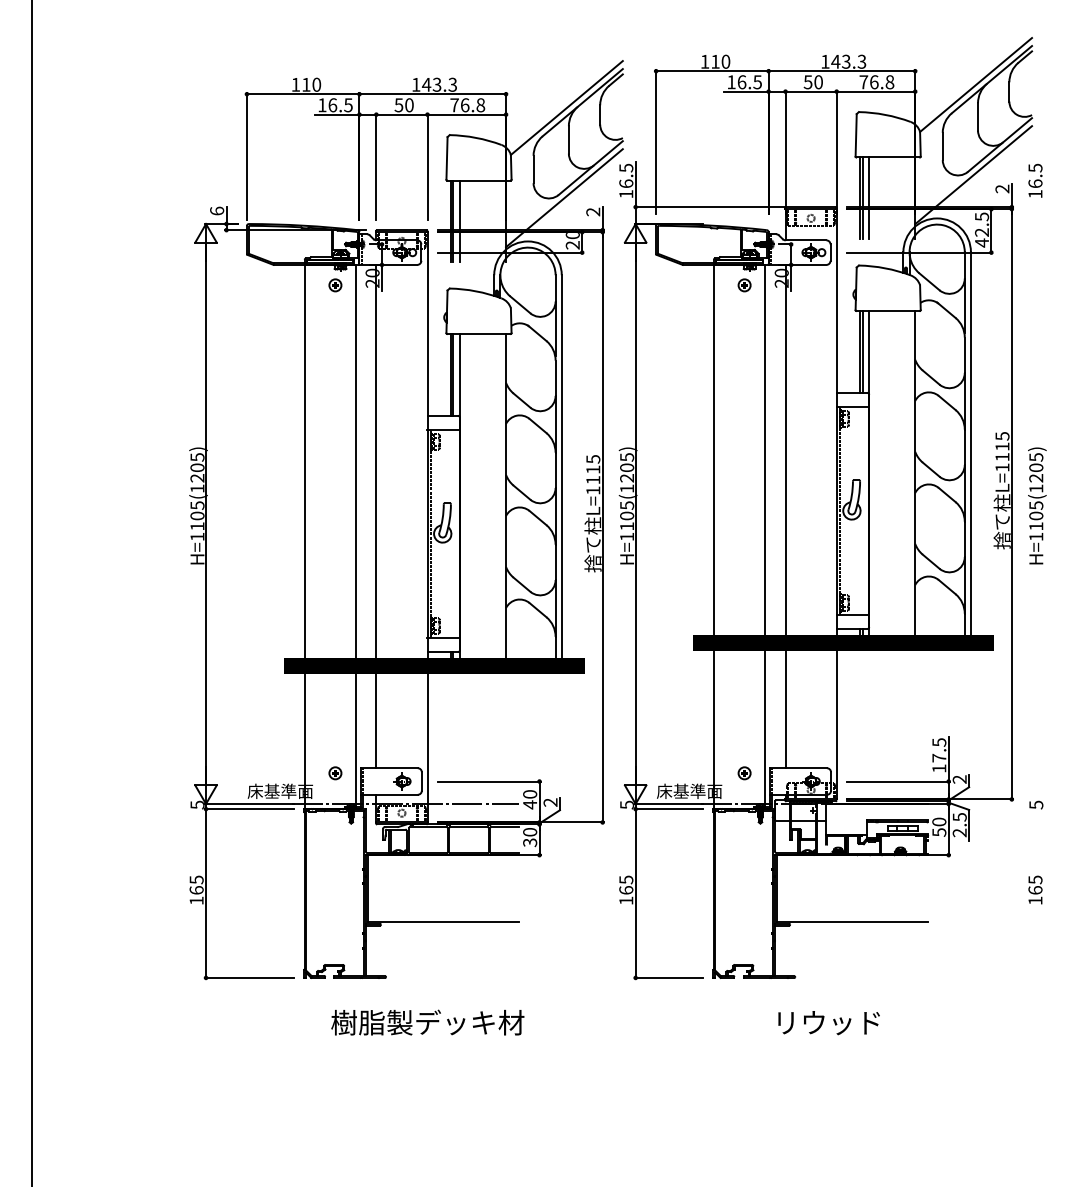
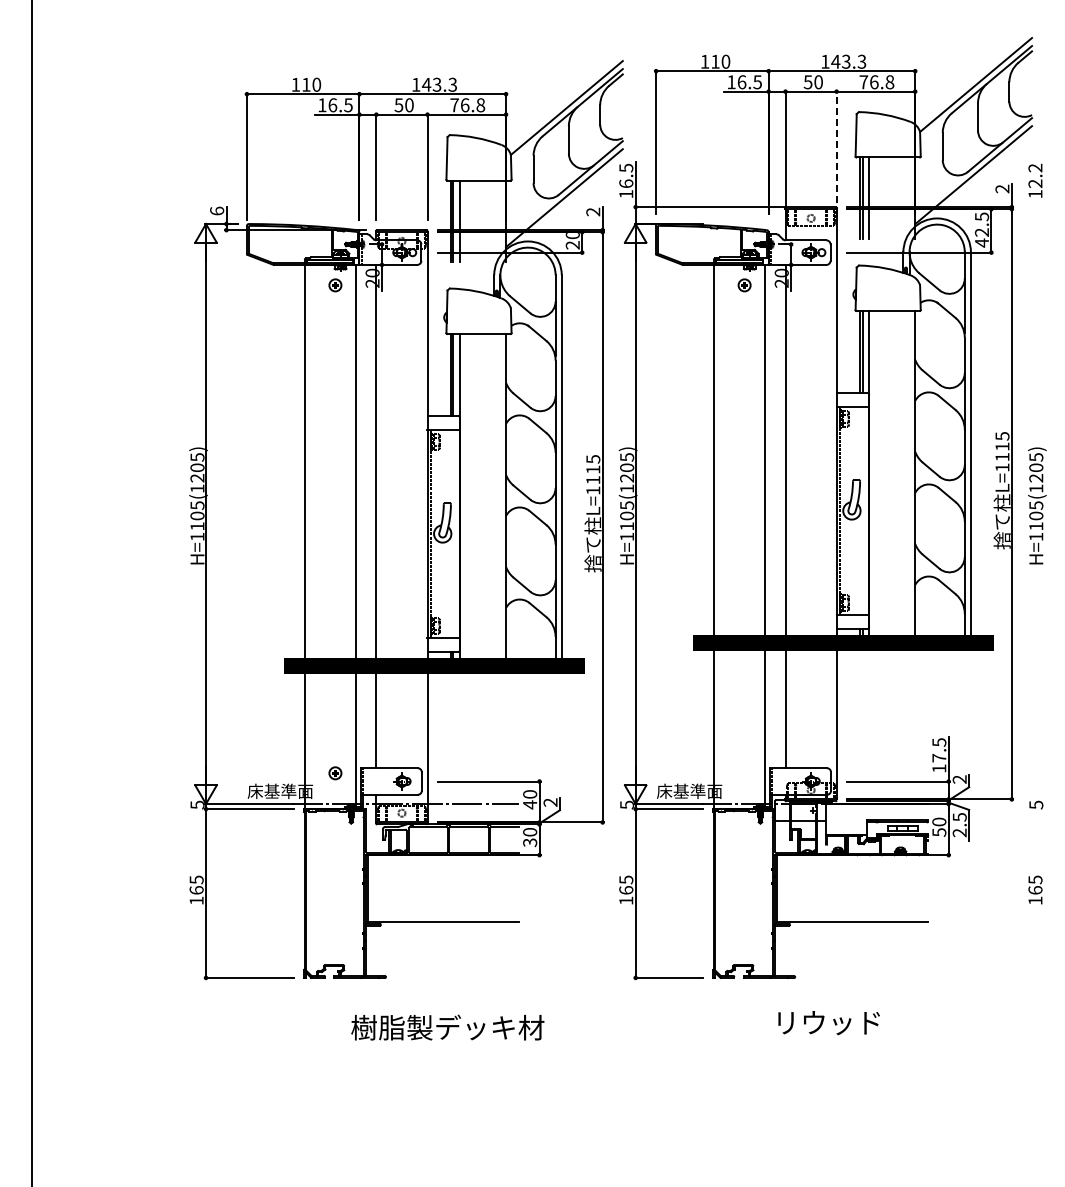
line at (836, 152): solid -> dashed
text at (1035, 175): 16.5 -> 12.2
part at (744, 773): present -> none
text at (427, 1022) position: (427, 1022) -> (447, 1027)
